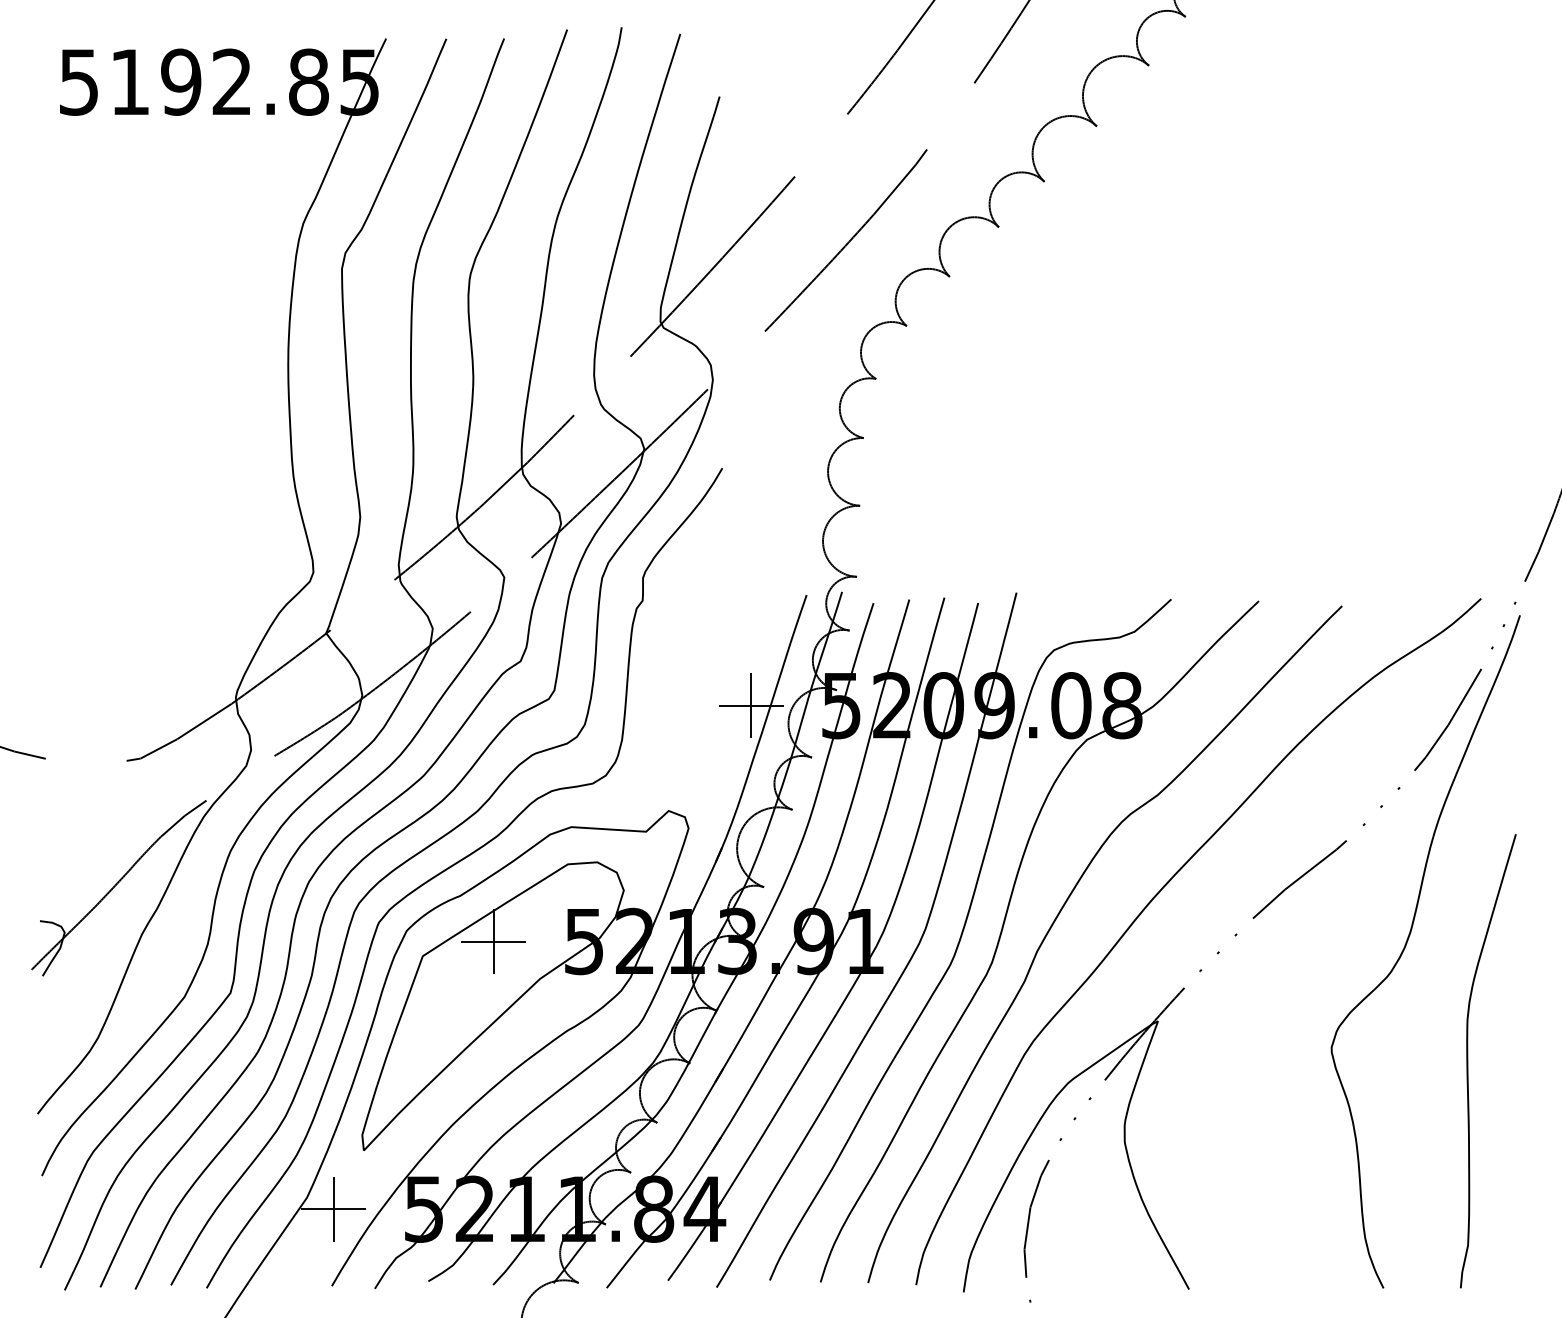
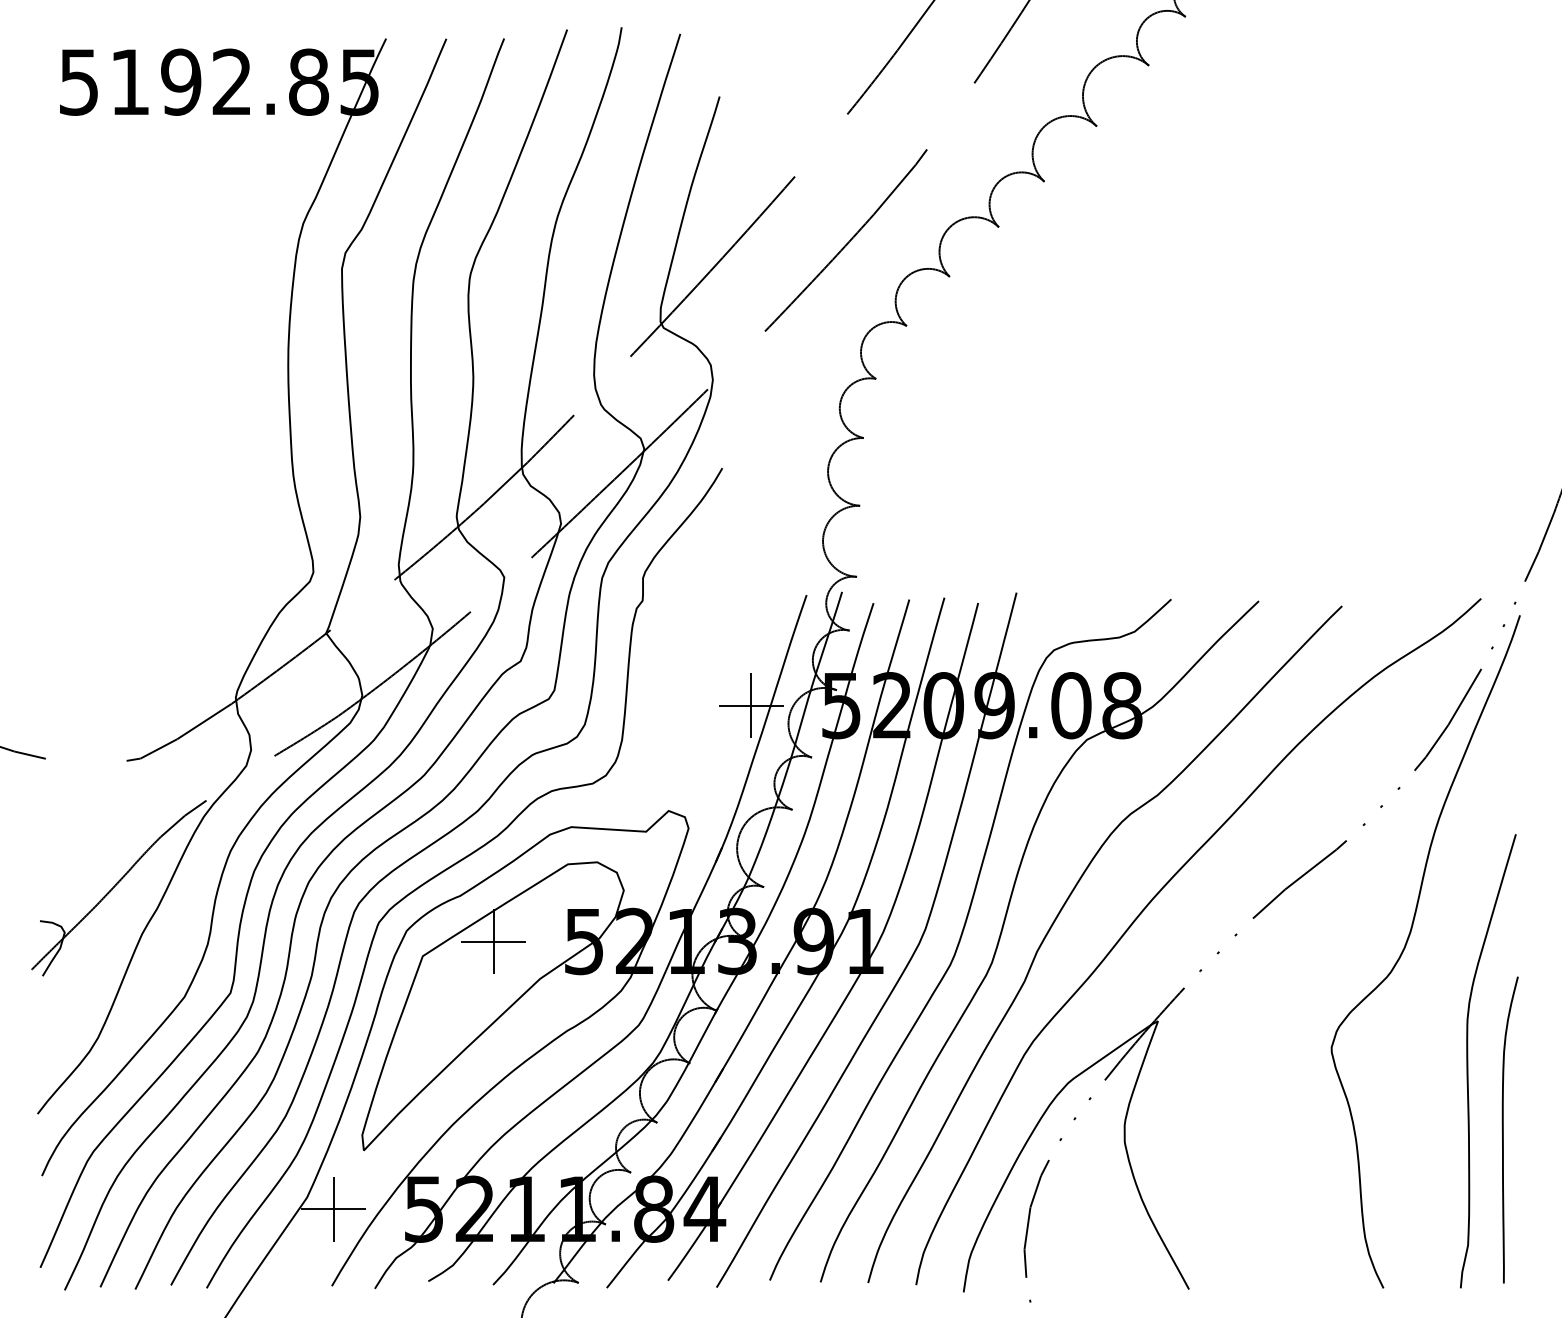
curve at (1503, 1129): none -> present
